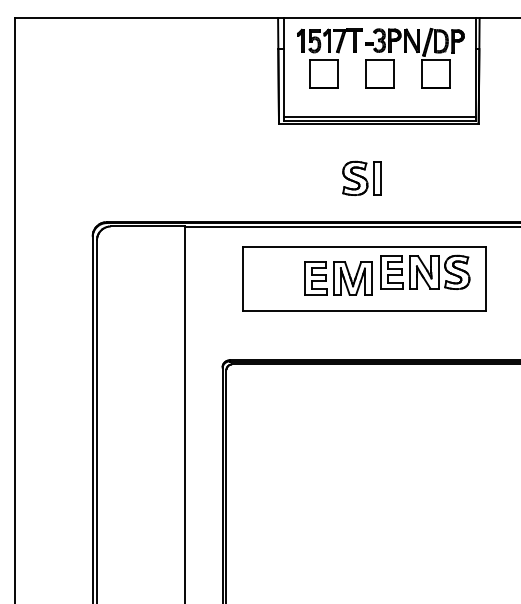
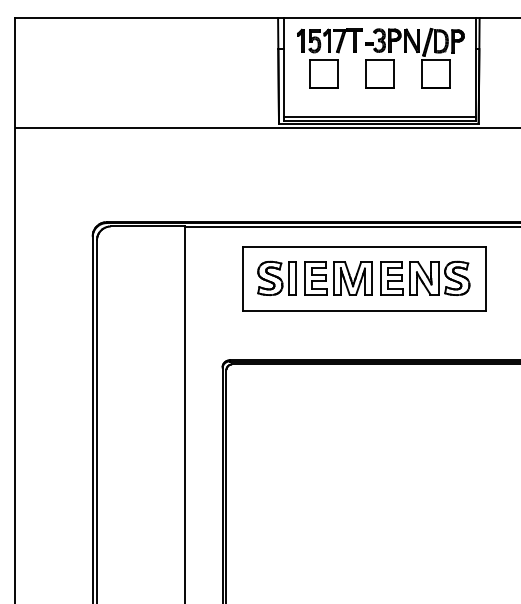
line at (266, 127): none -> present
part at (361, 177) position: (361, 177) -> (276, 277)
part at (425, 271) position: (425, 271) -> (425, 277)
